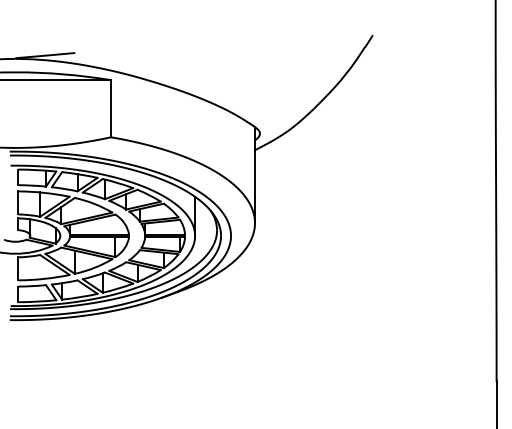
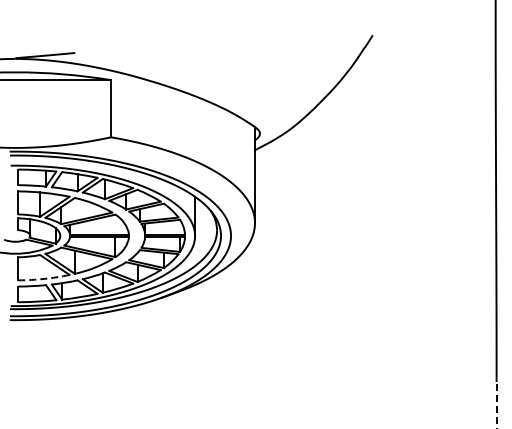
arc at (44, 278): solid -> dashed
line at (496, 404): solid -> dashed
